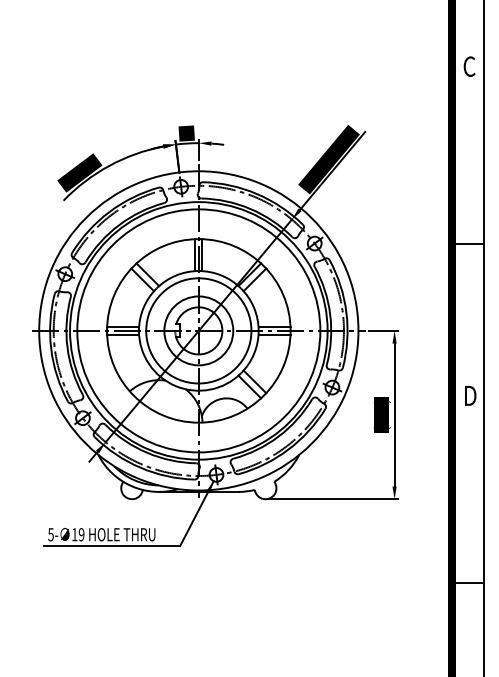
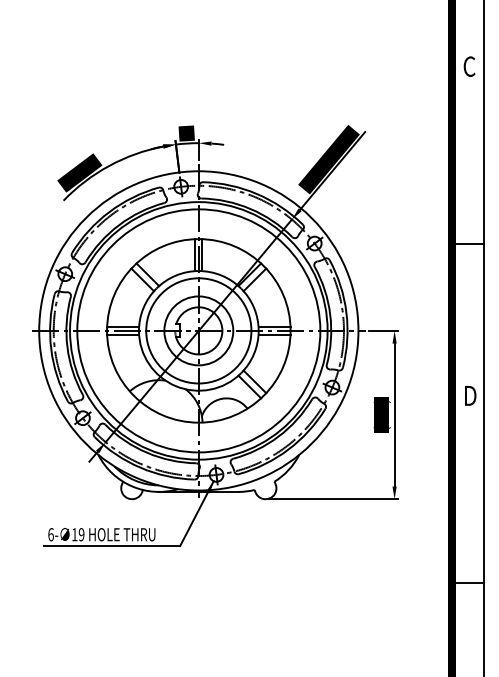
text at (50, 534): 5- -> 6-
